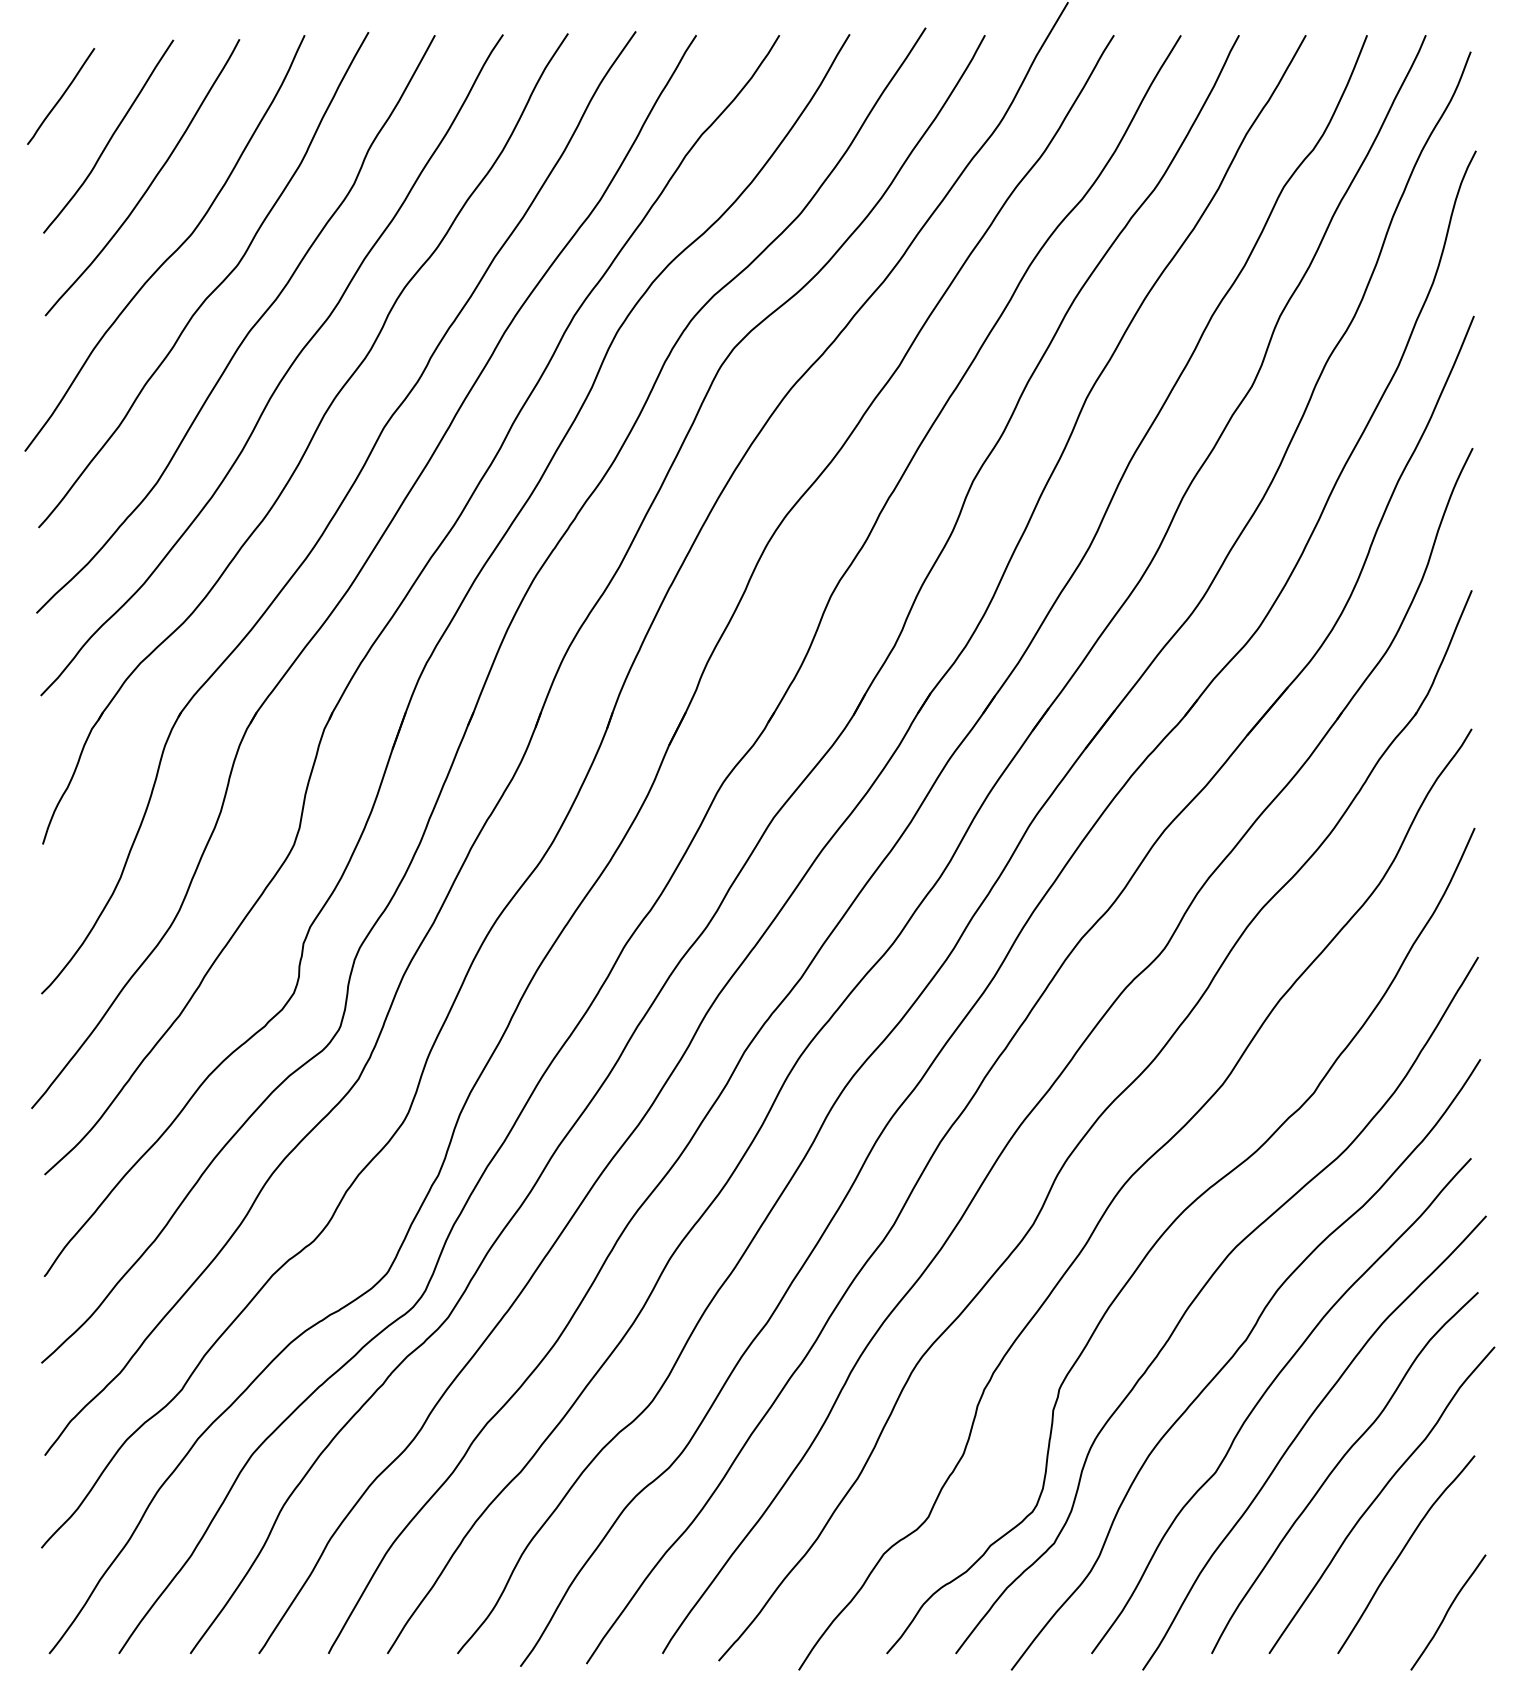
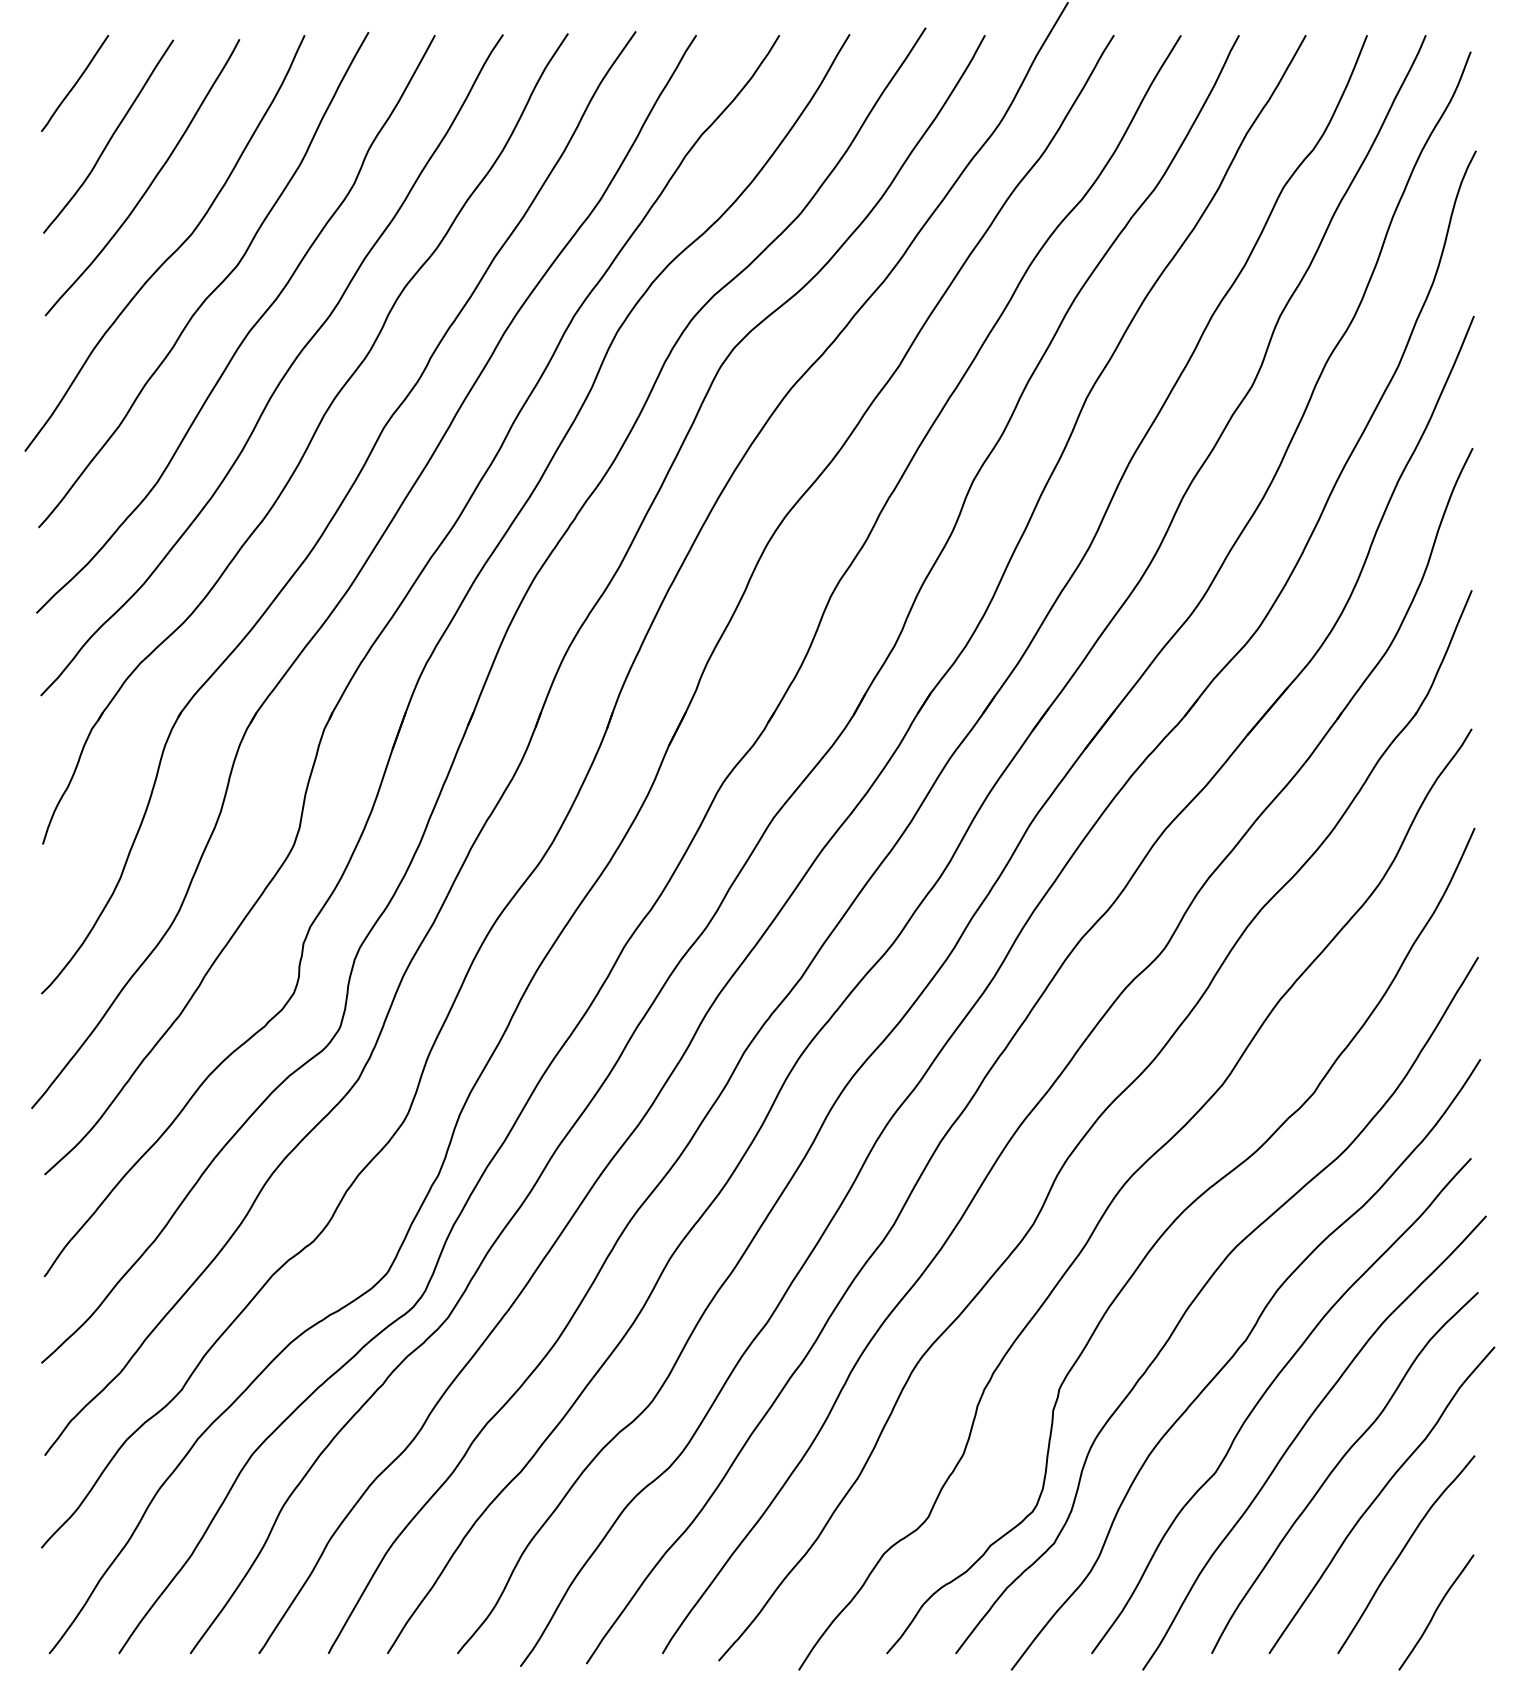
line at (61, 96) position: (61, 96) -> (75, 83)
curve at (1448, 1612) position: (1448, 1612) -> (1436, 1612)
